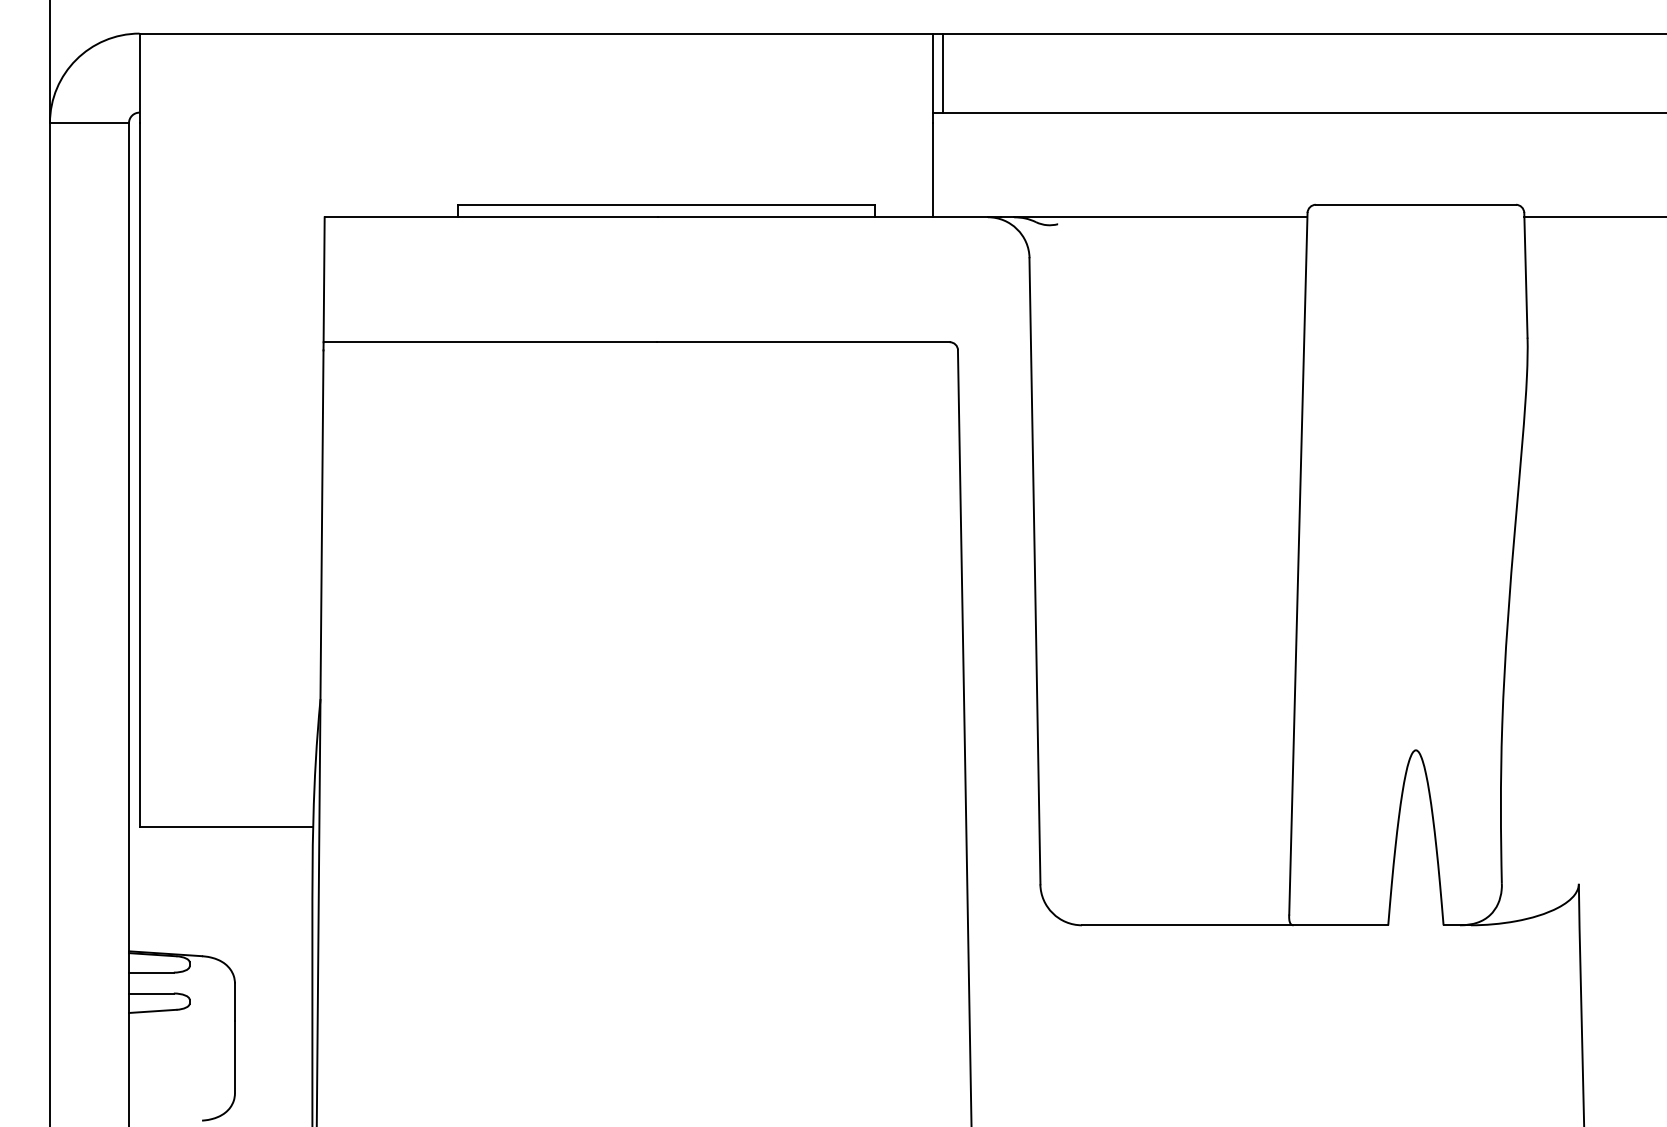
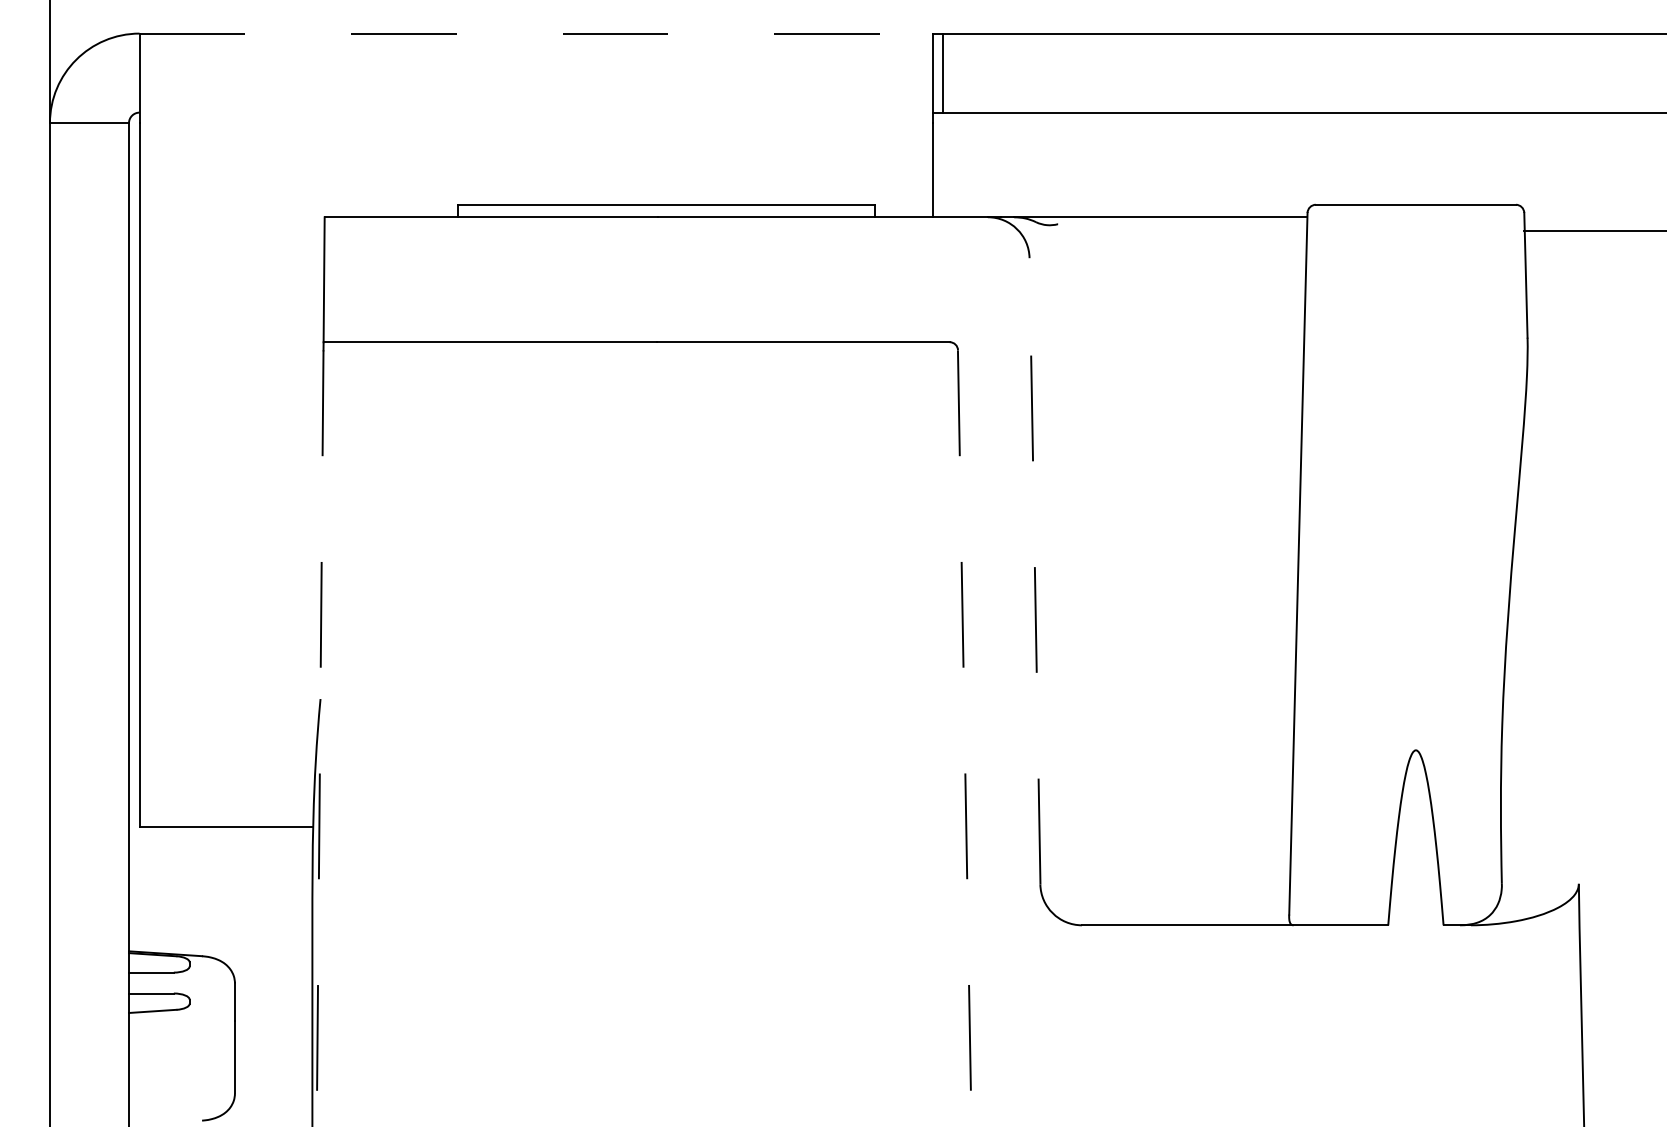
line at (536, 33): solid -> dashed
line at (1593, 217) position: (1593, 217) -> (1593, 231)
line at (1034, 570): solid -> dashed
line at (320, 738): solid -> dashed
line at (964, 738): solid -> dashed
